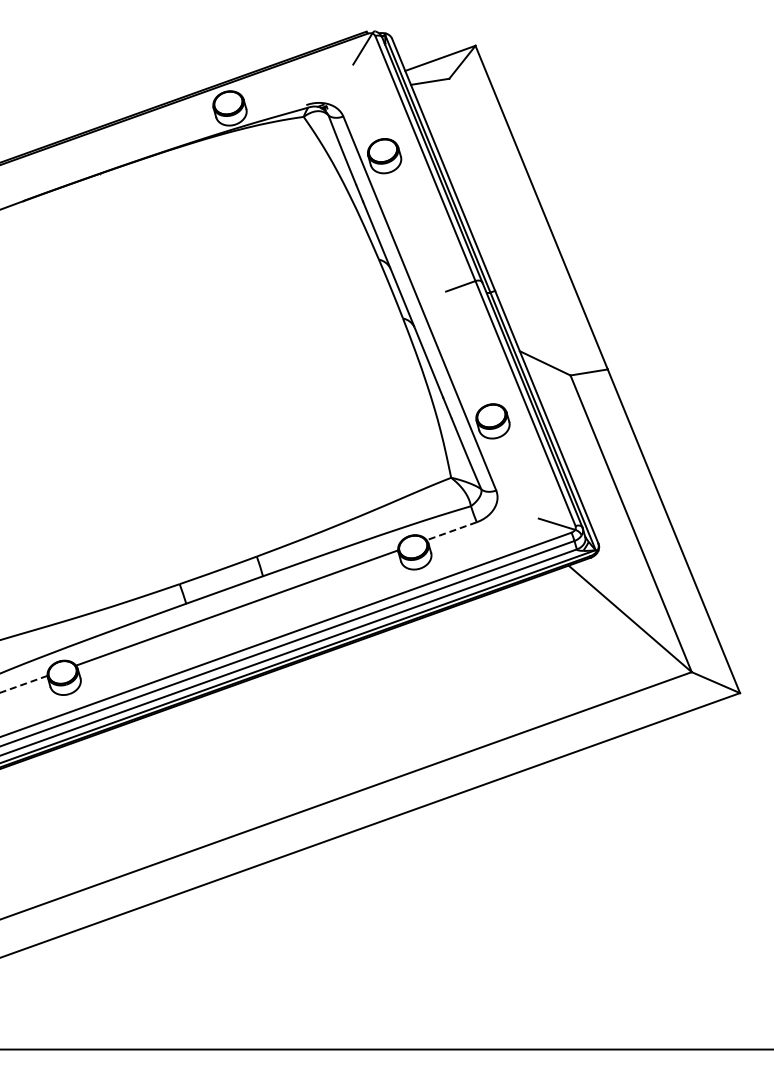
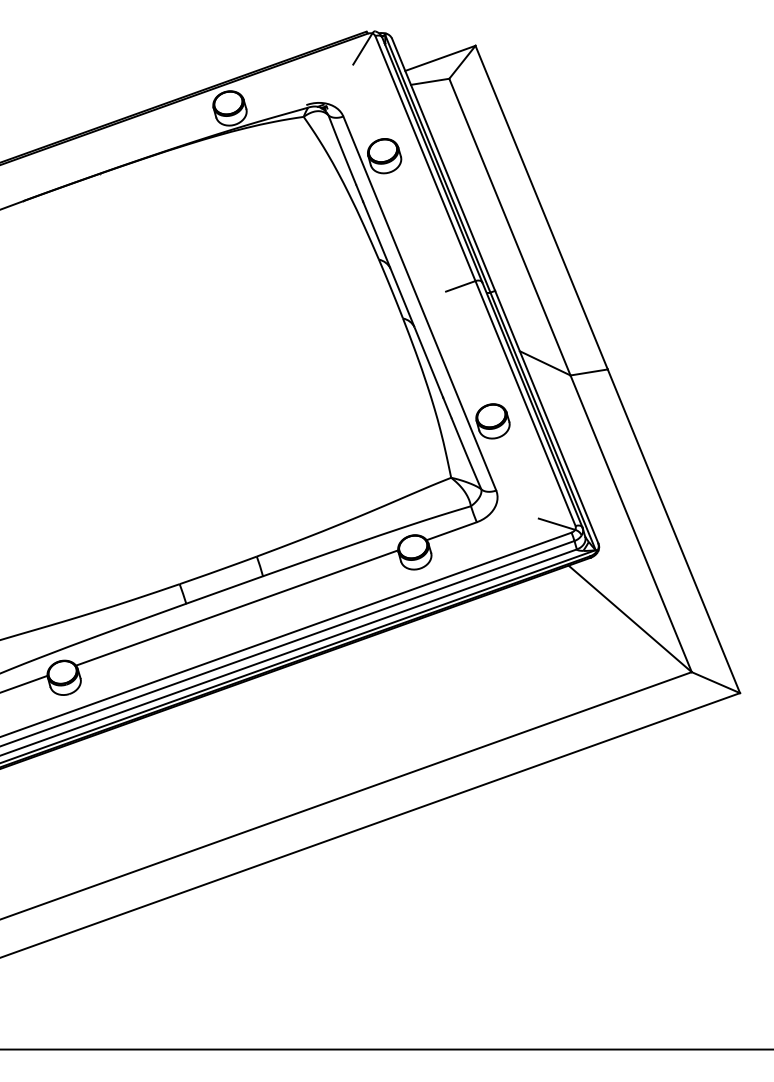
line at (509, 226): none -> present
line at (451, 531): dashed -> solid
line at (24, 684): dashed -> solid
